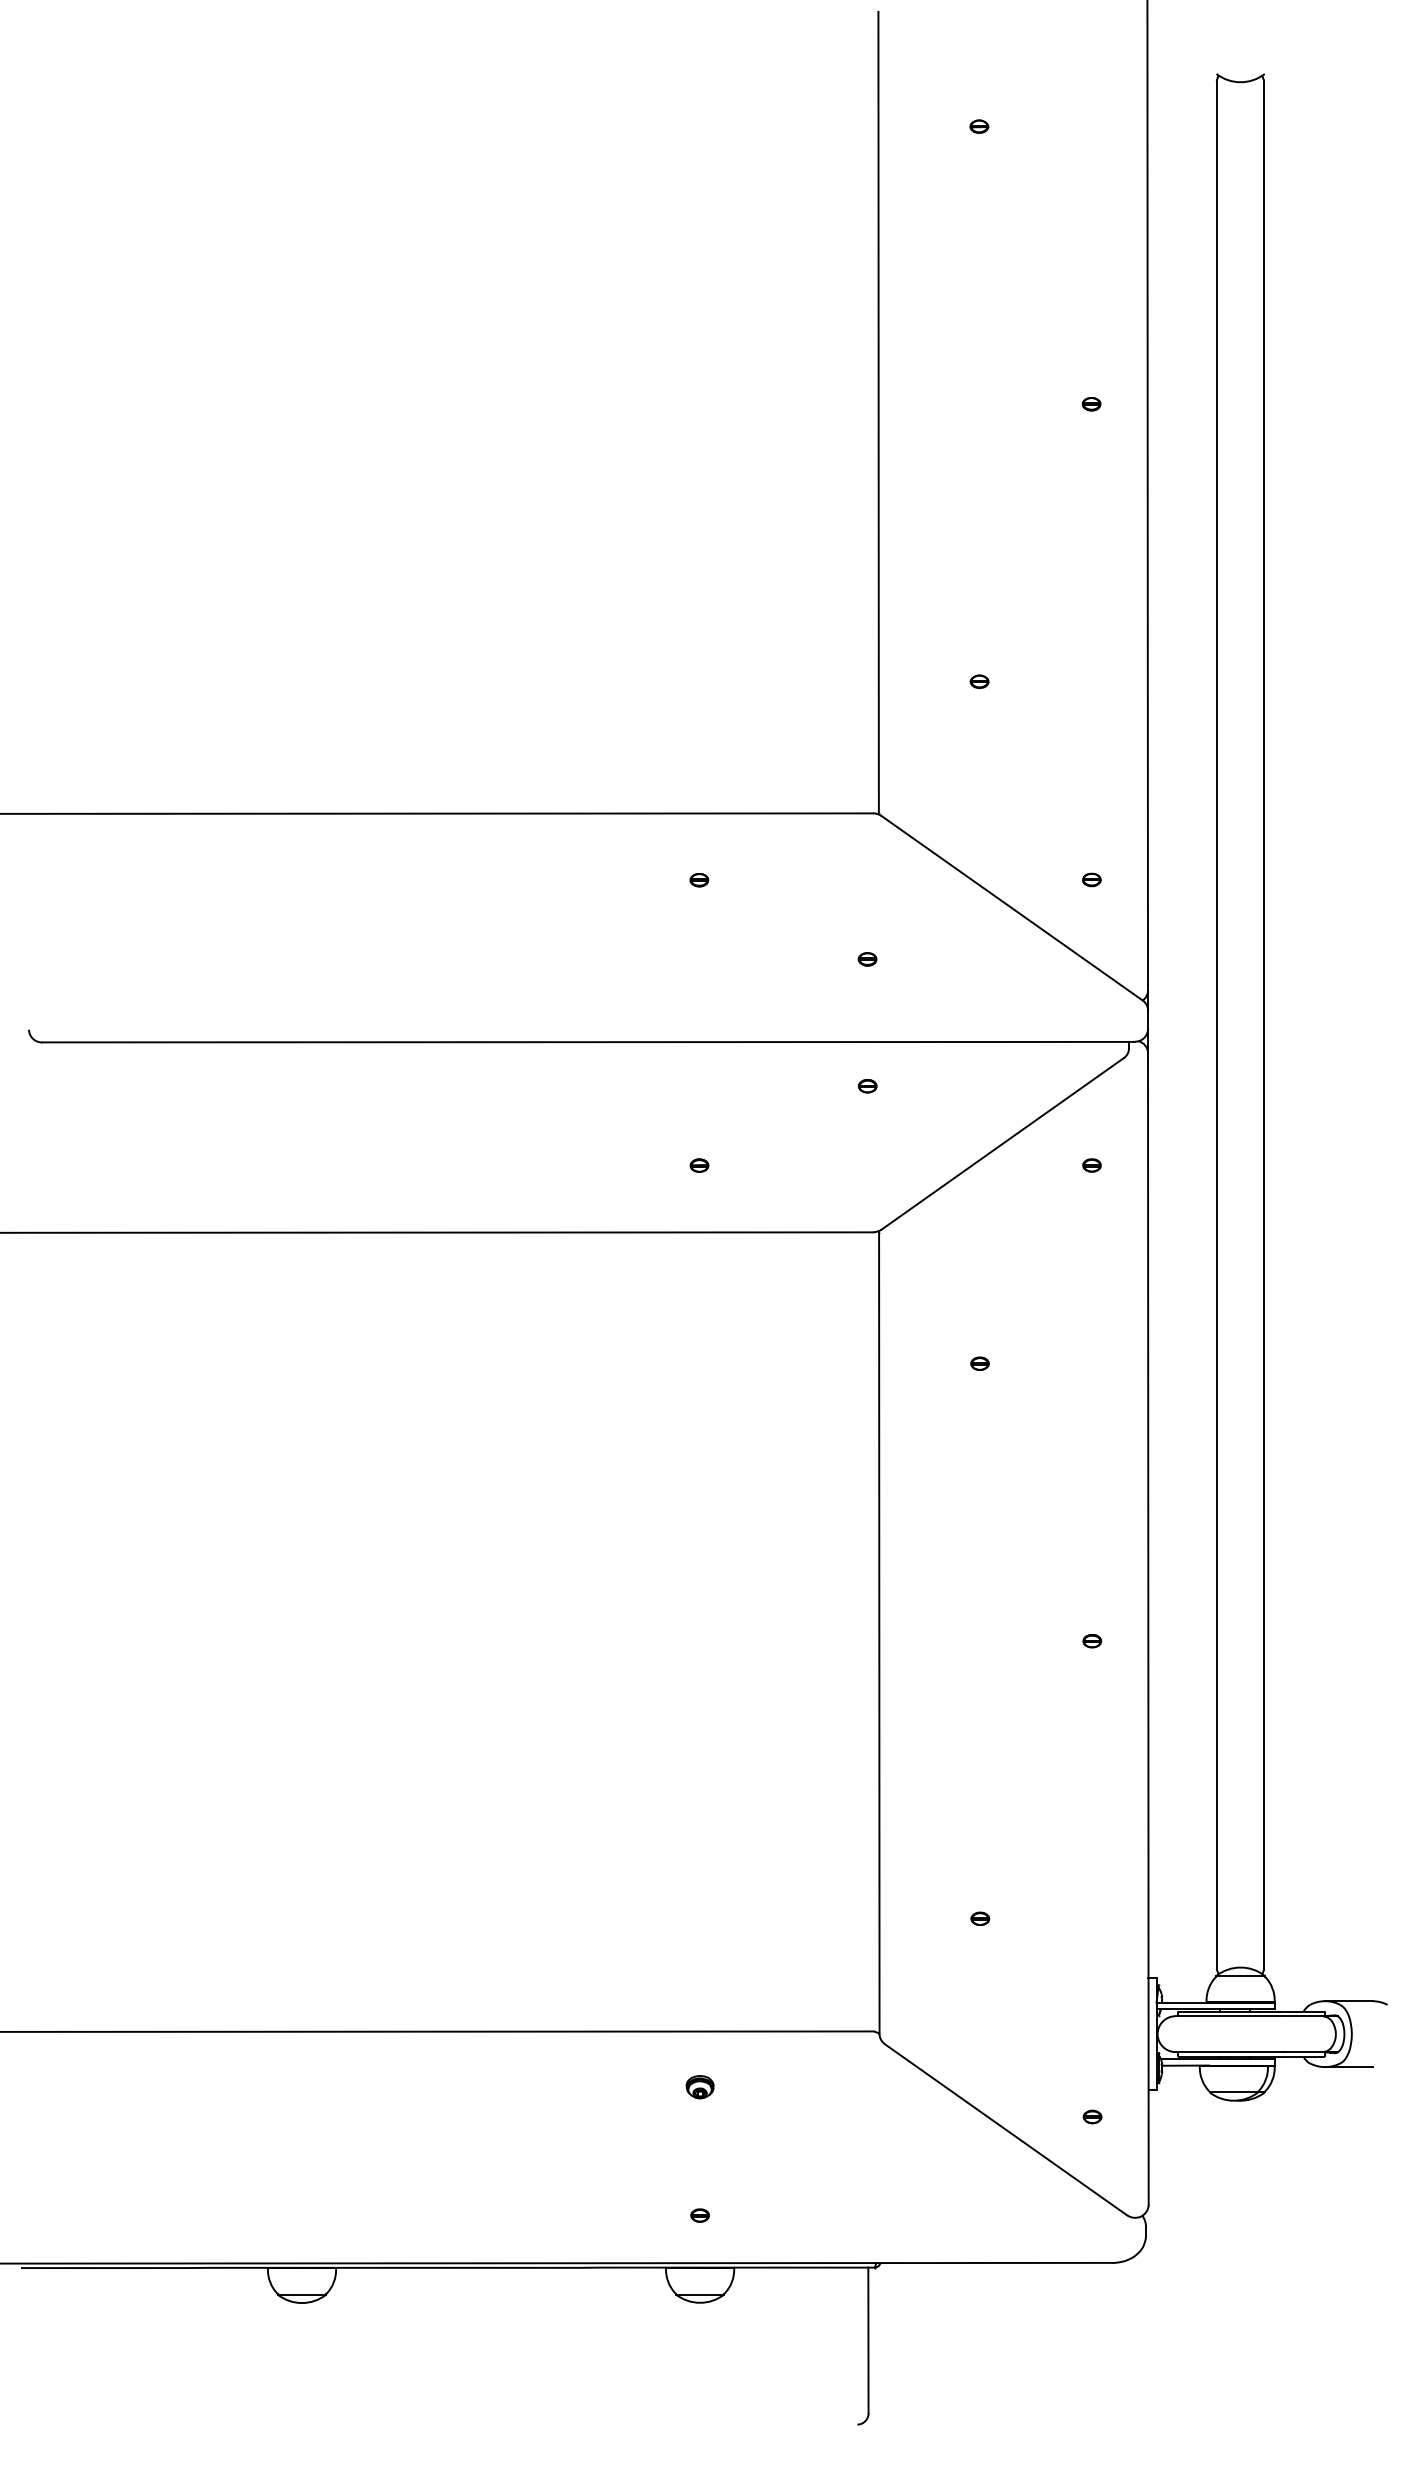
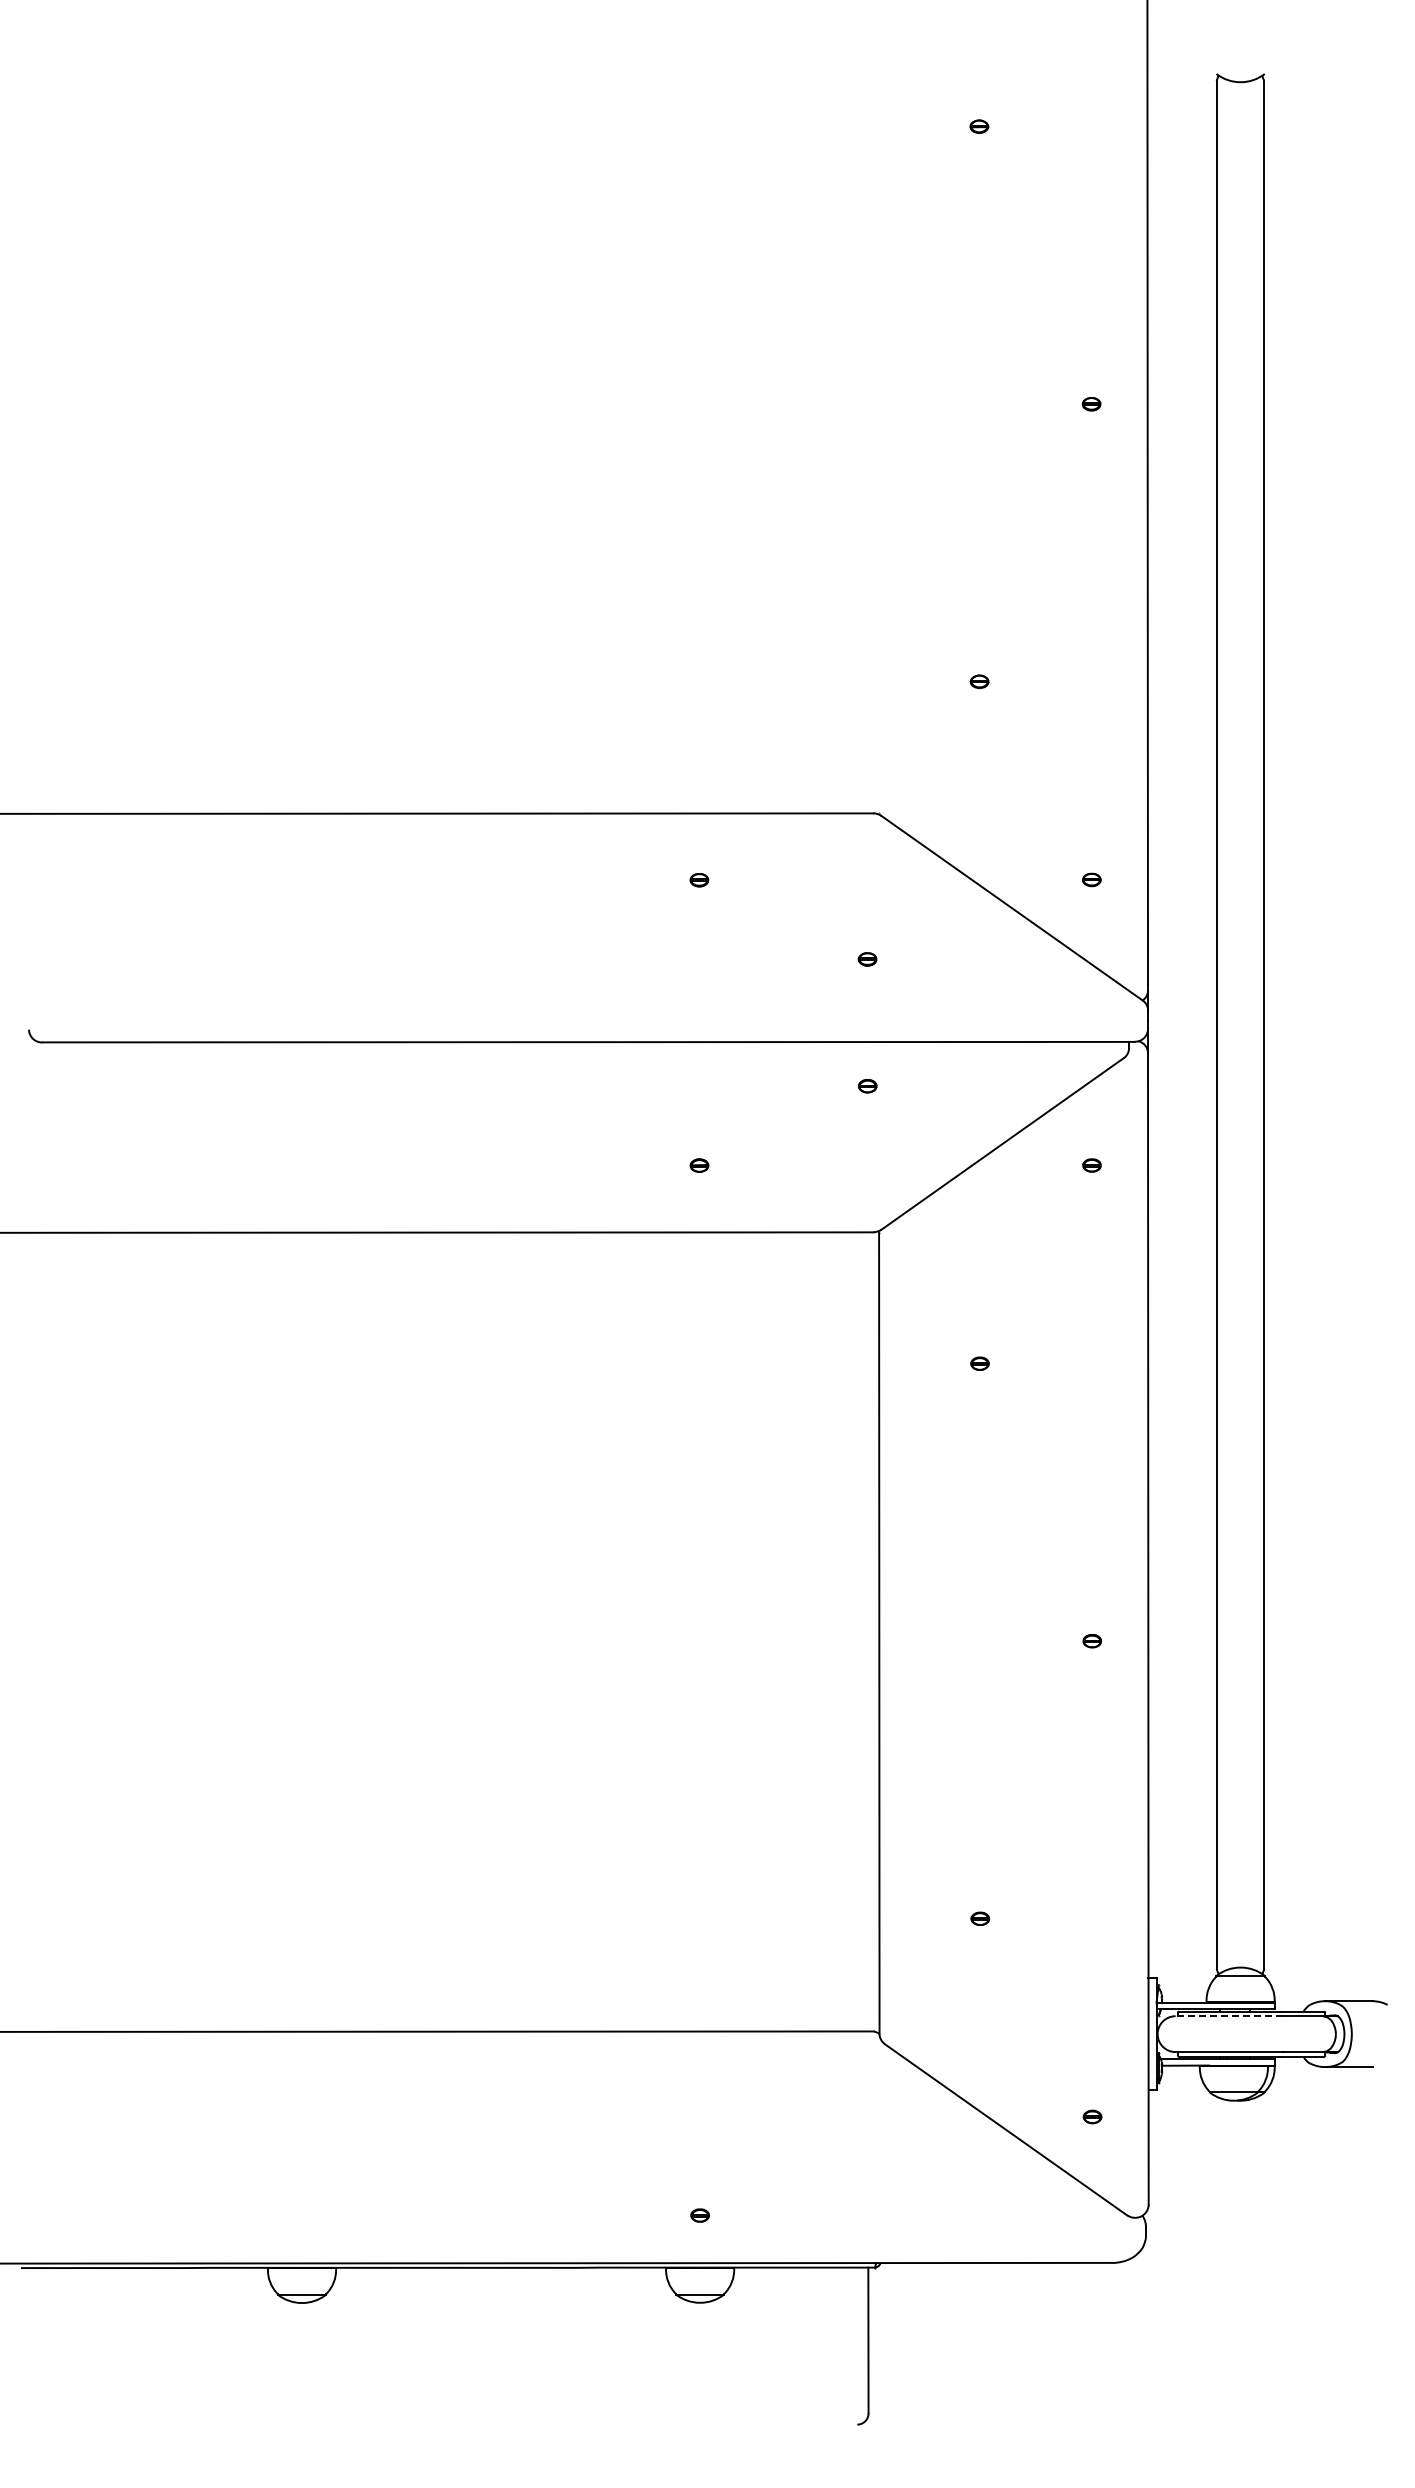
line at (878, 411): present -> none
line at (1229, 2016): solid -> dashed
part at (699, 2087): present -> none
